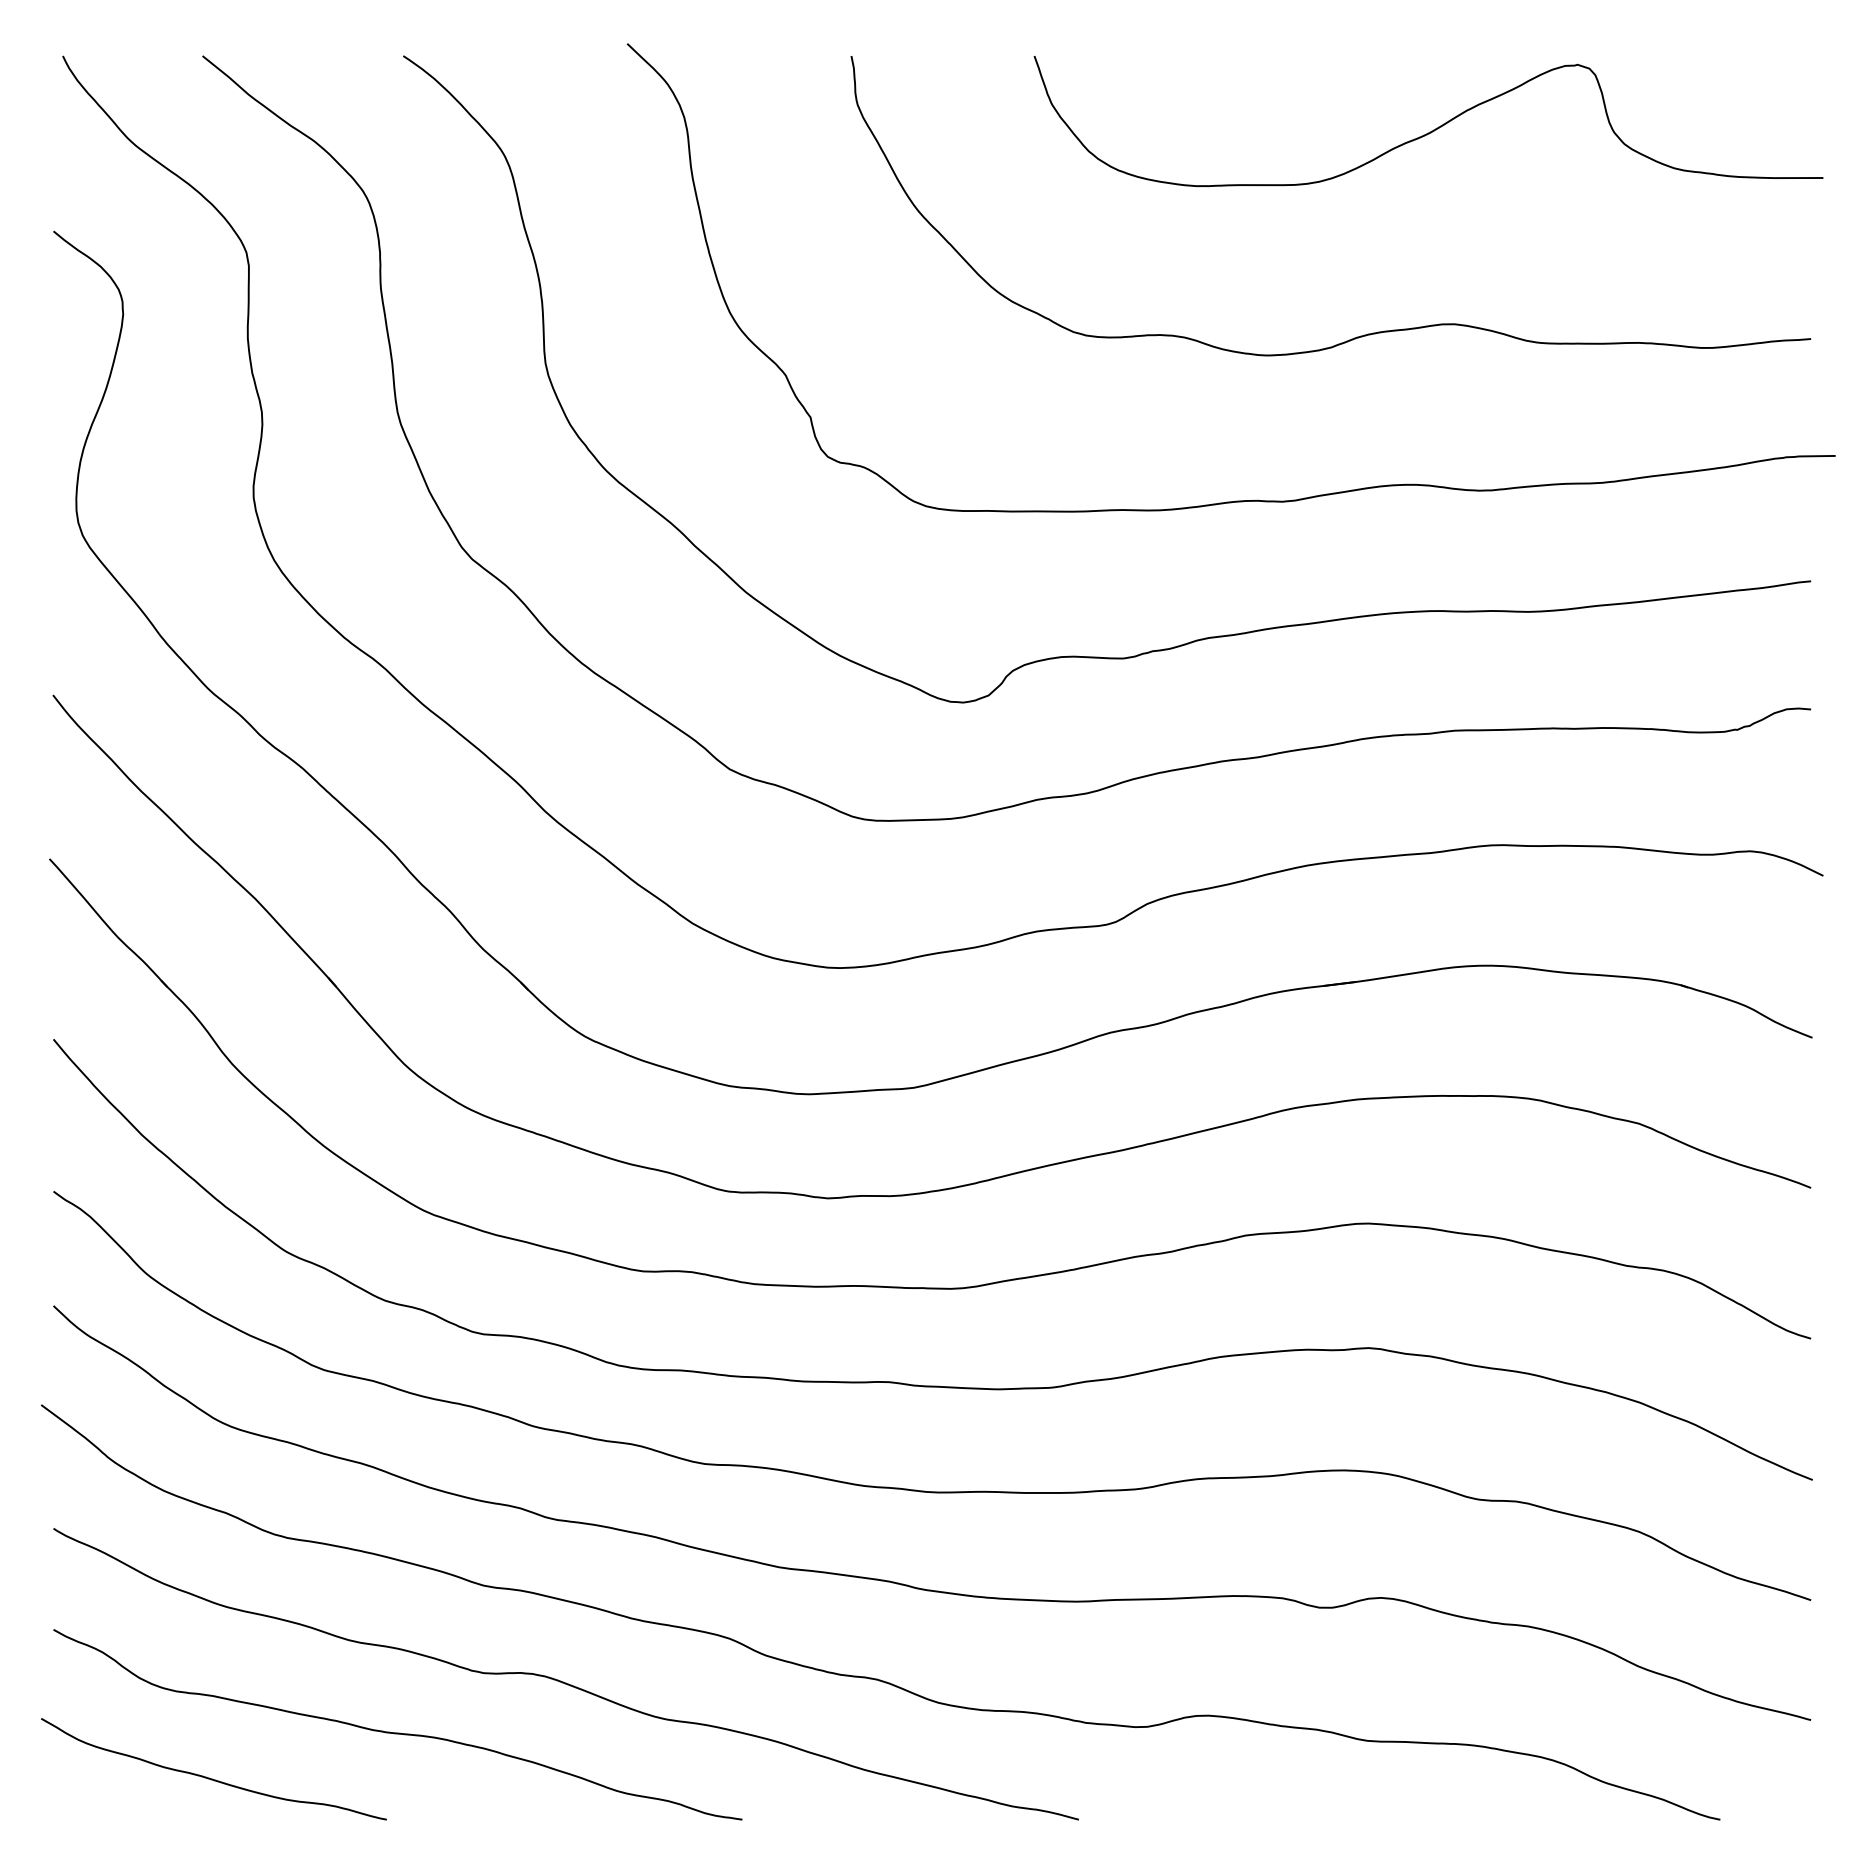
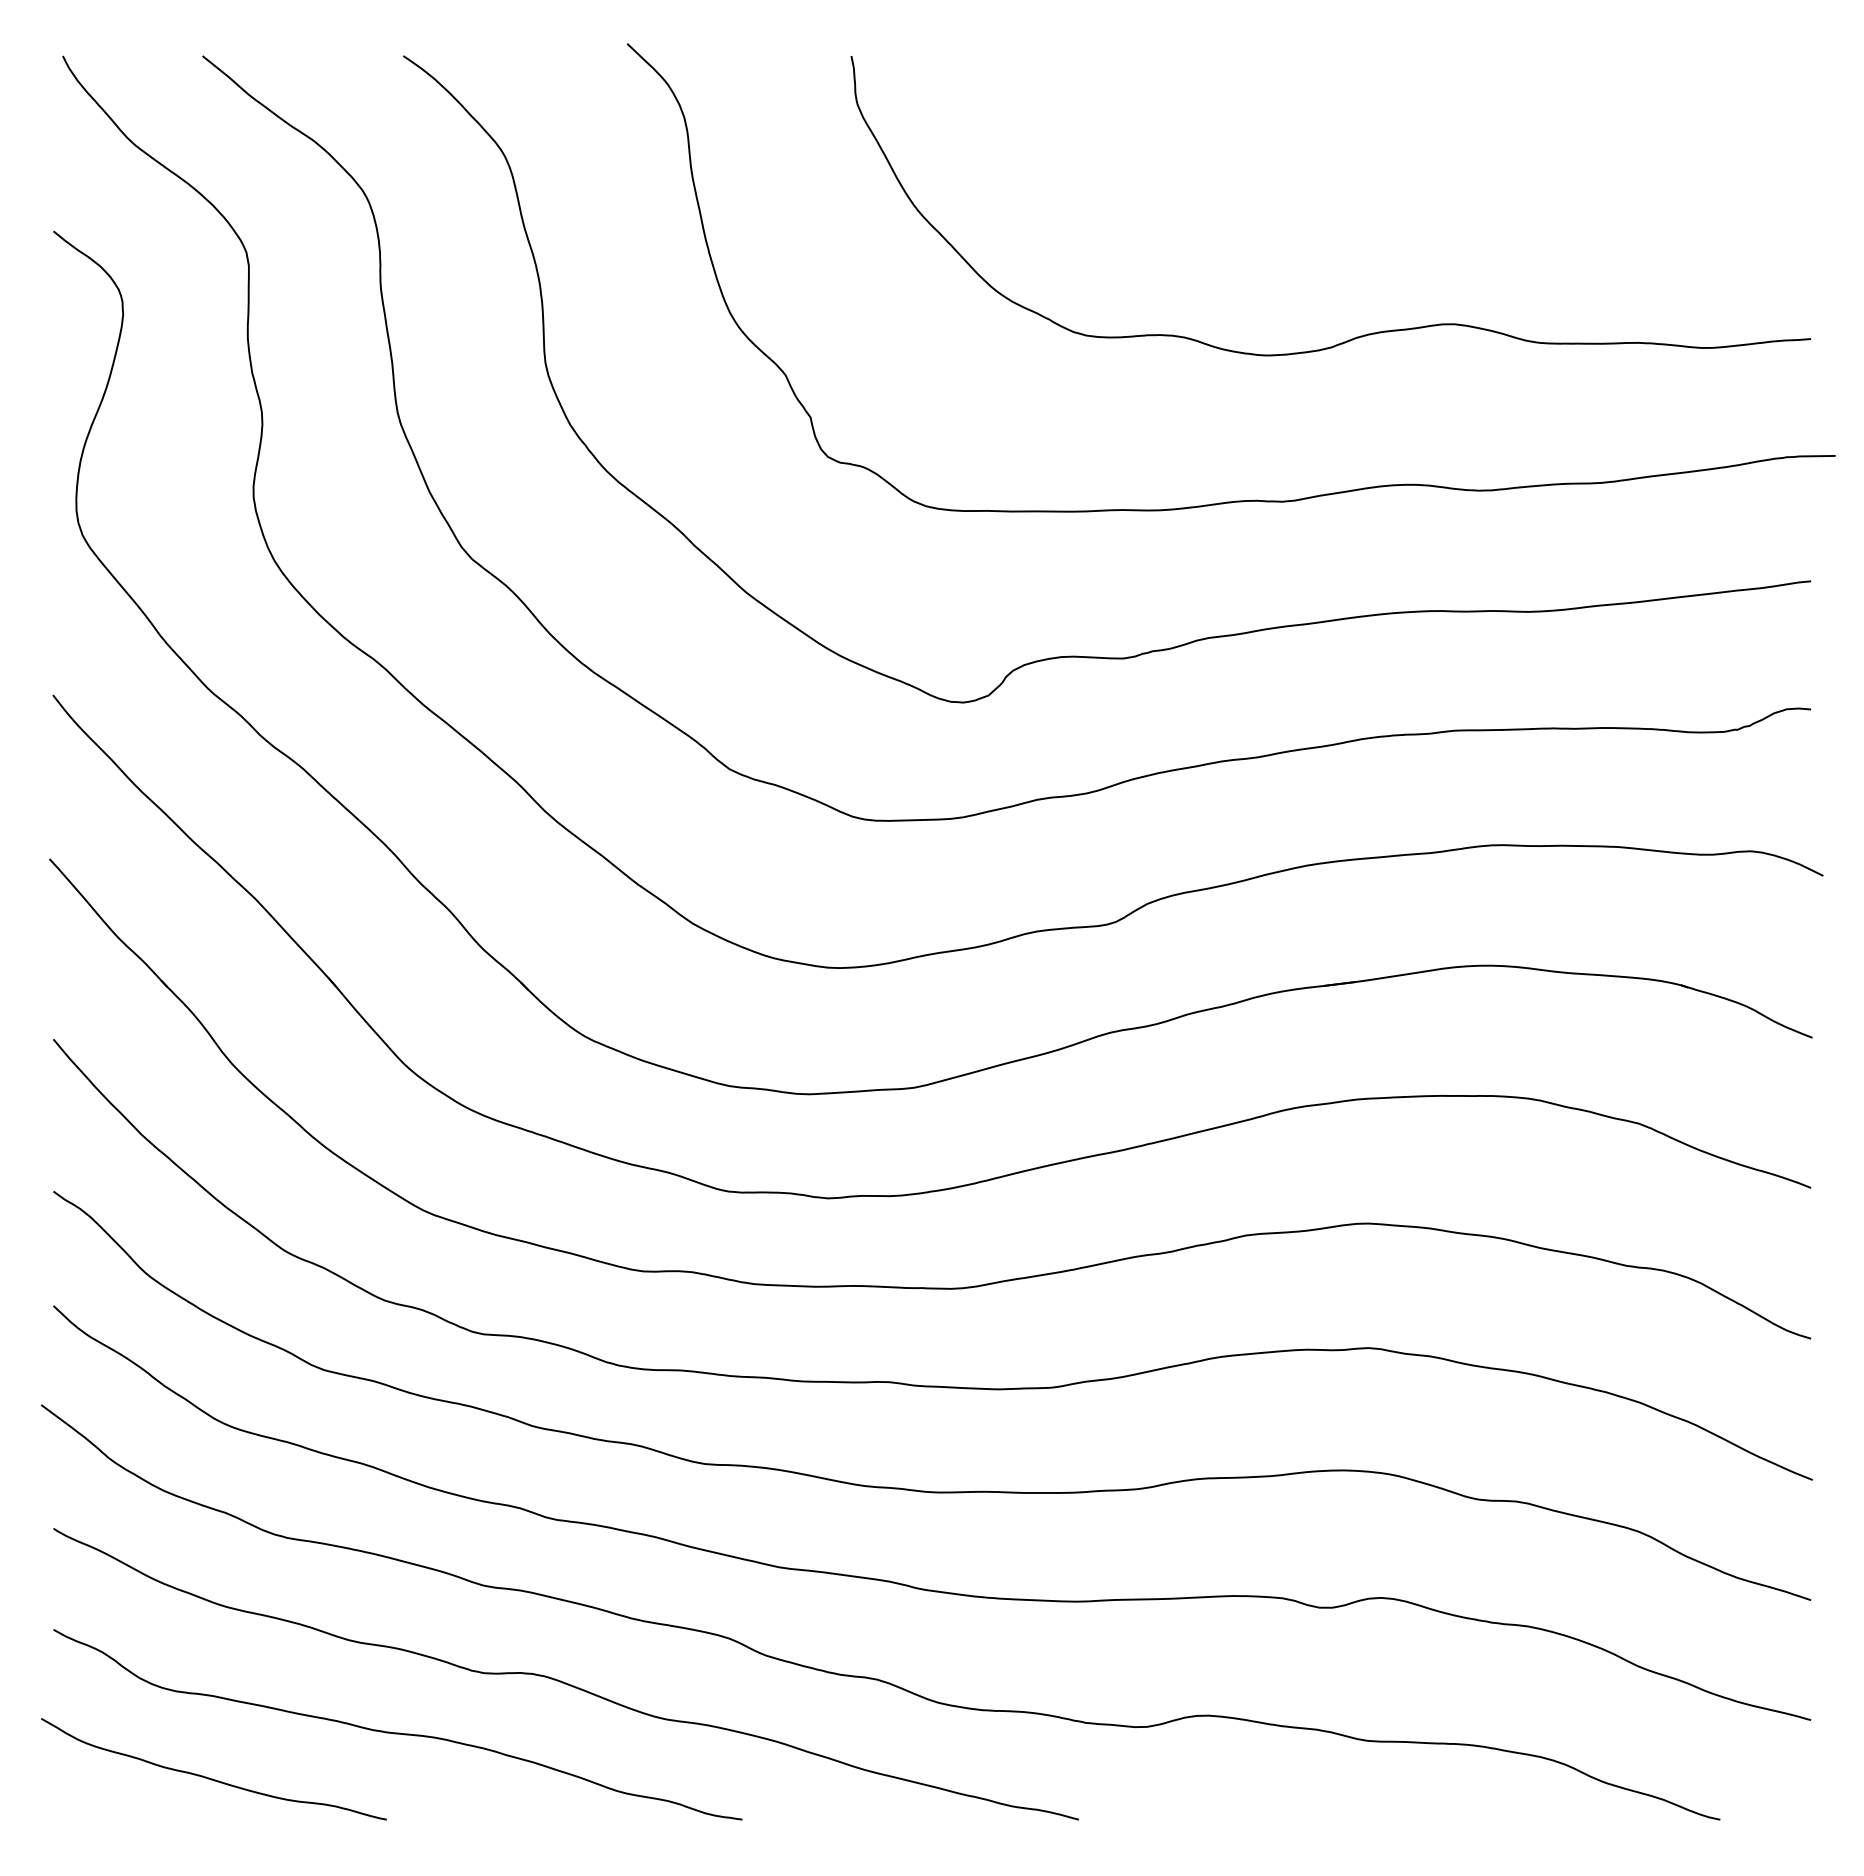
curve at (1433, 129): present -> none
